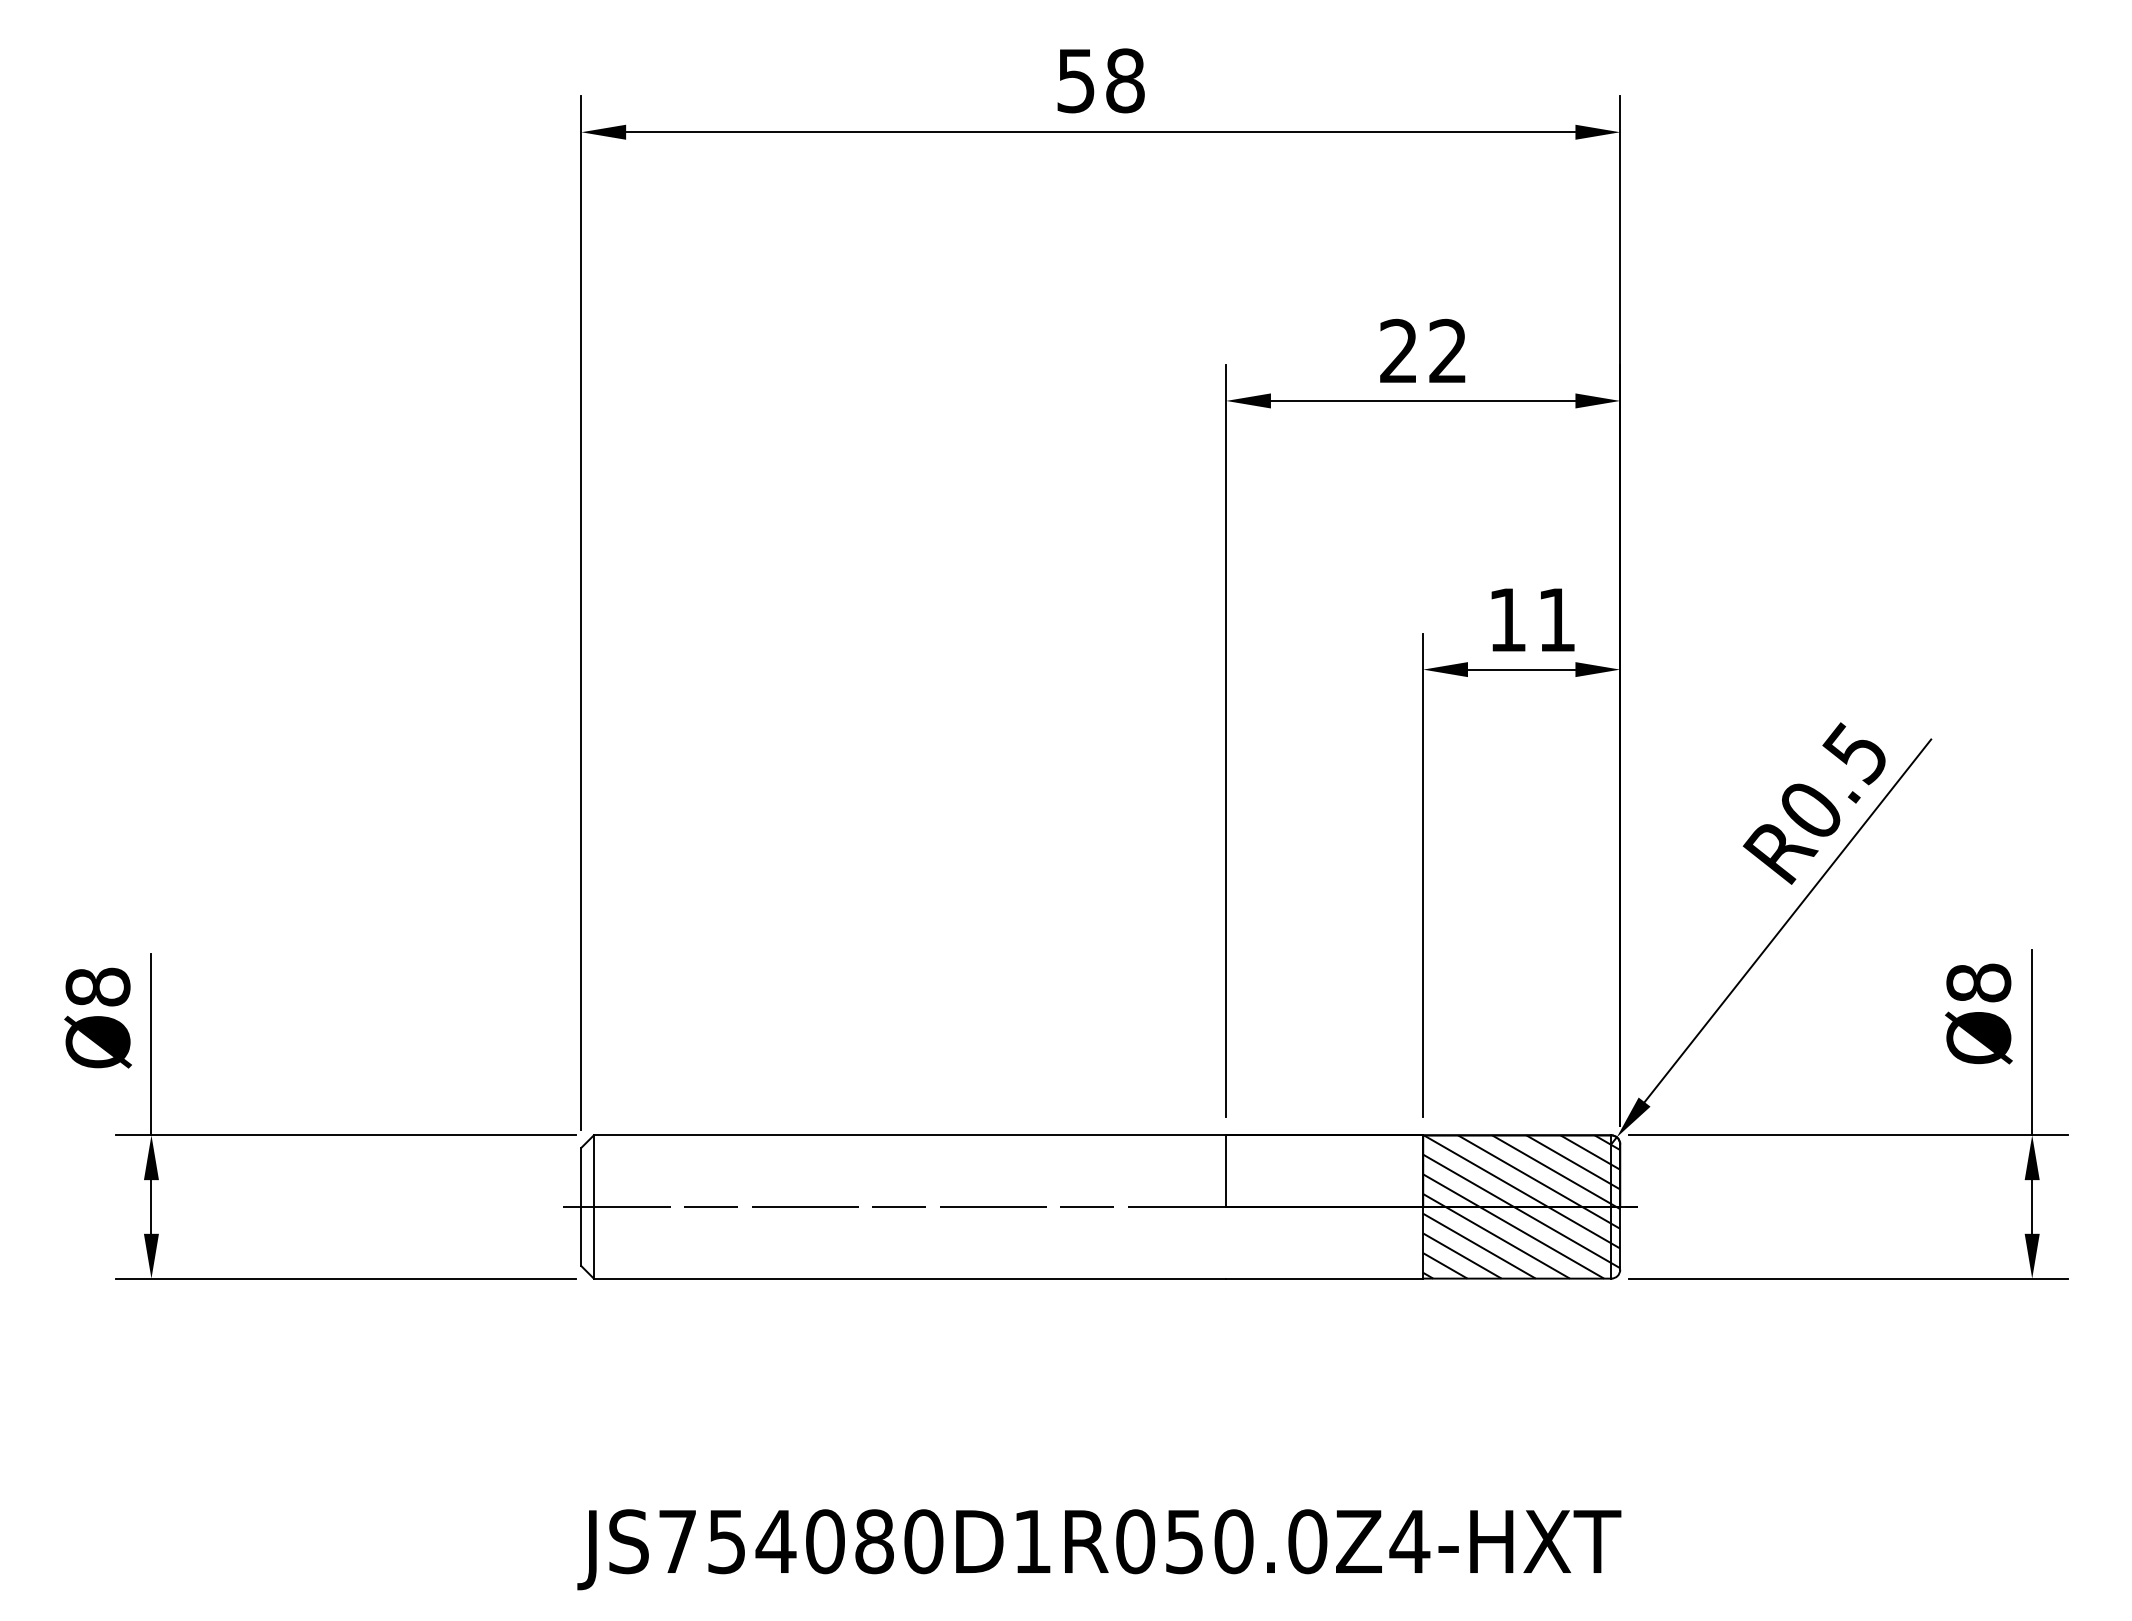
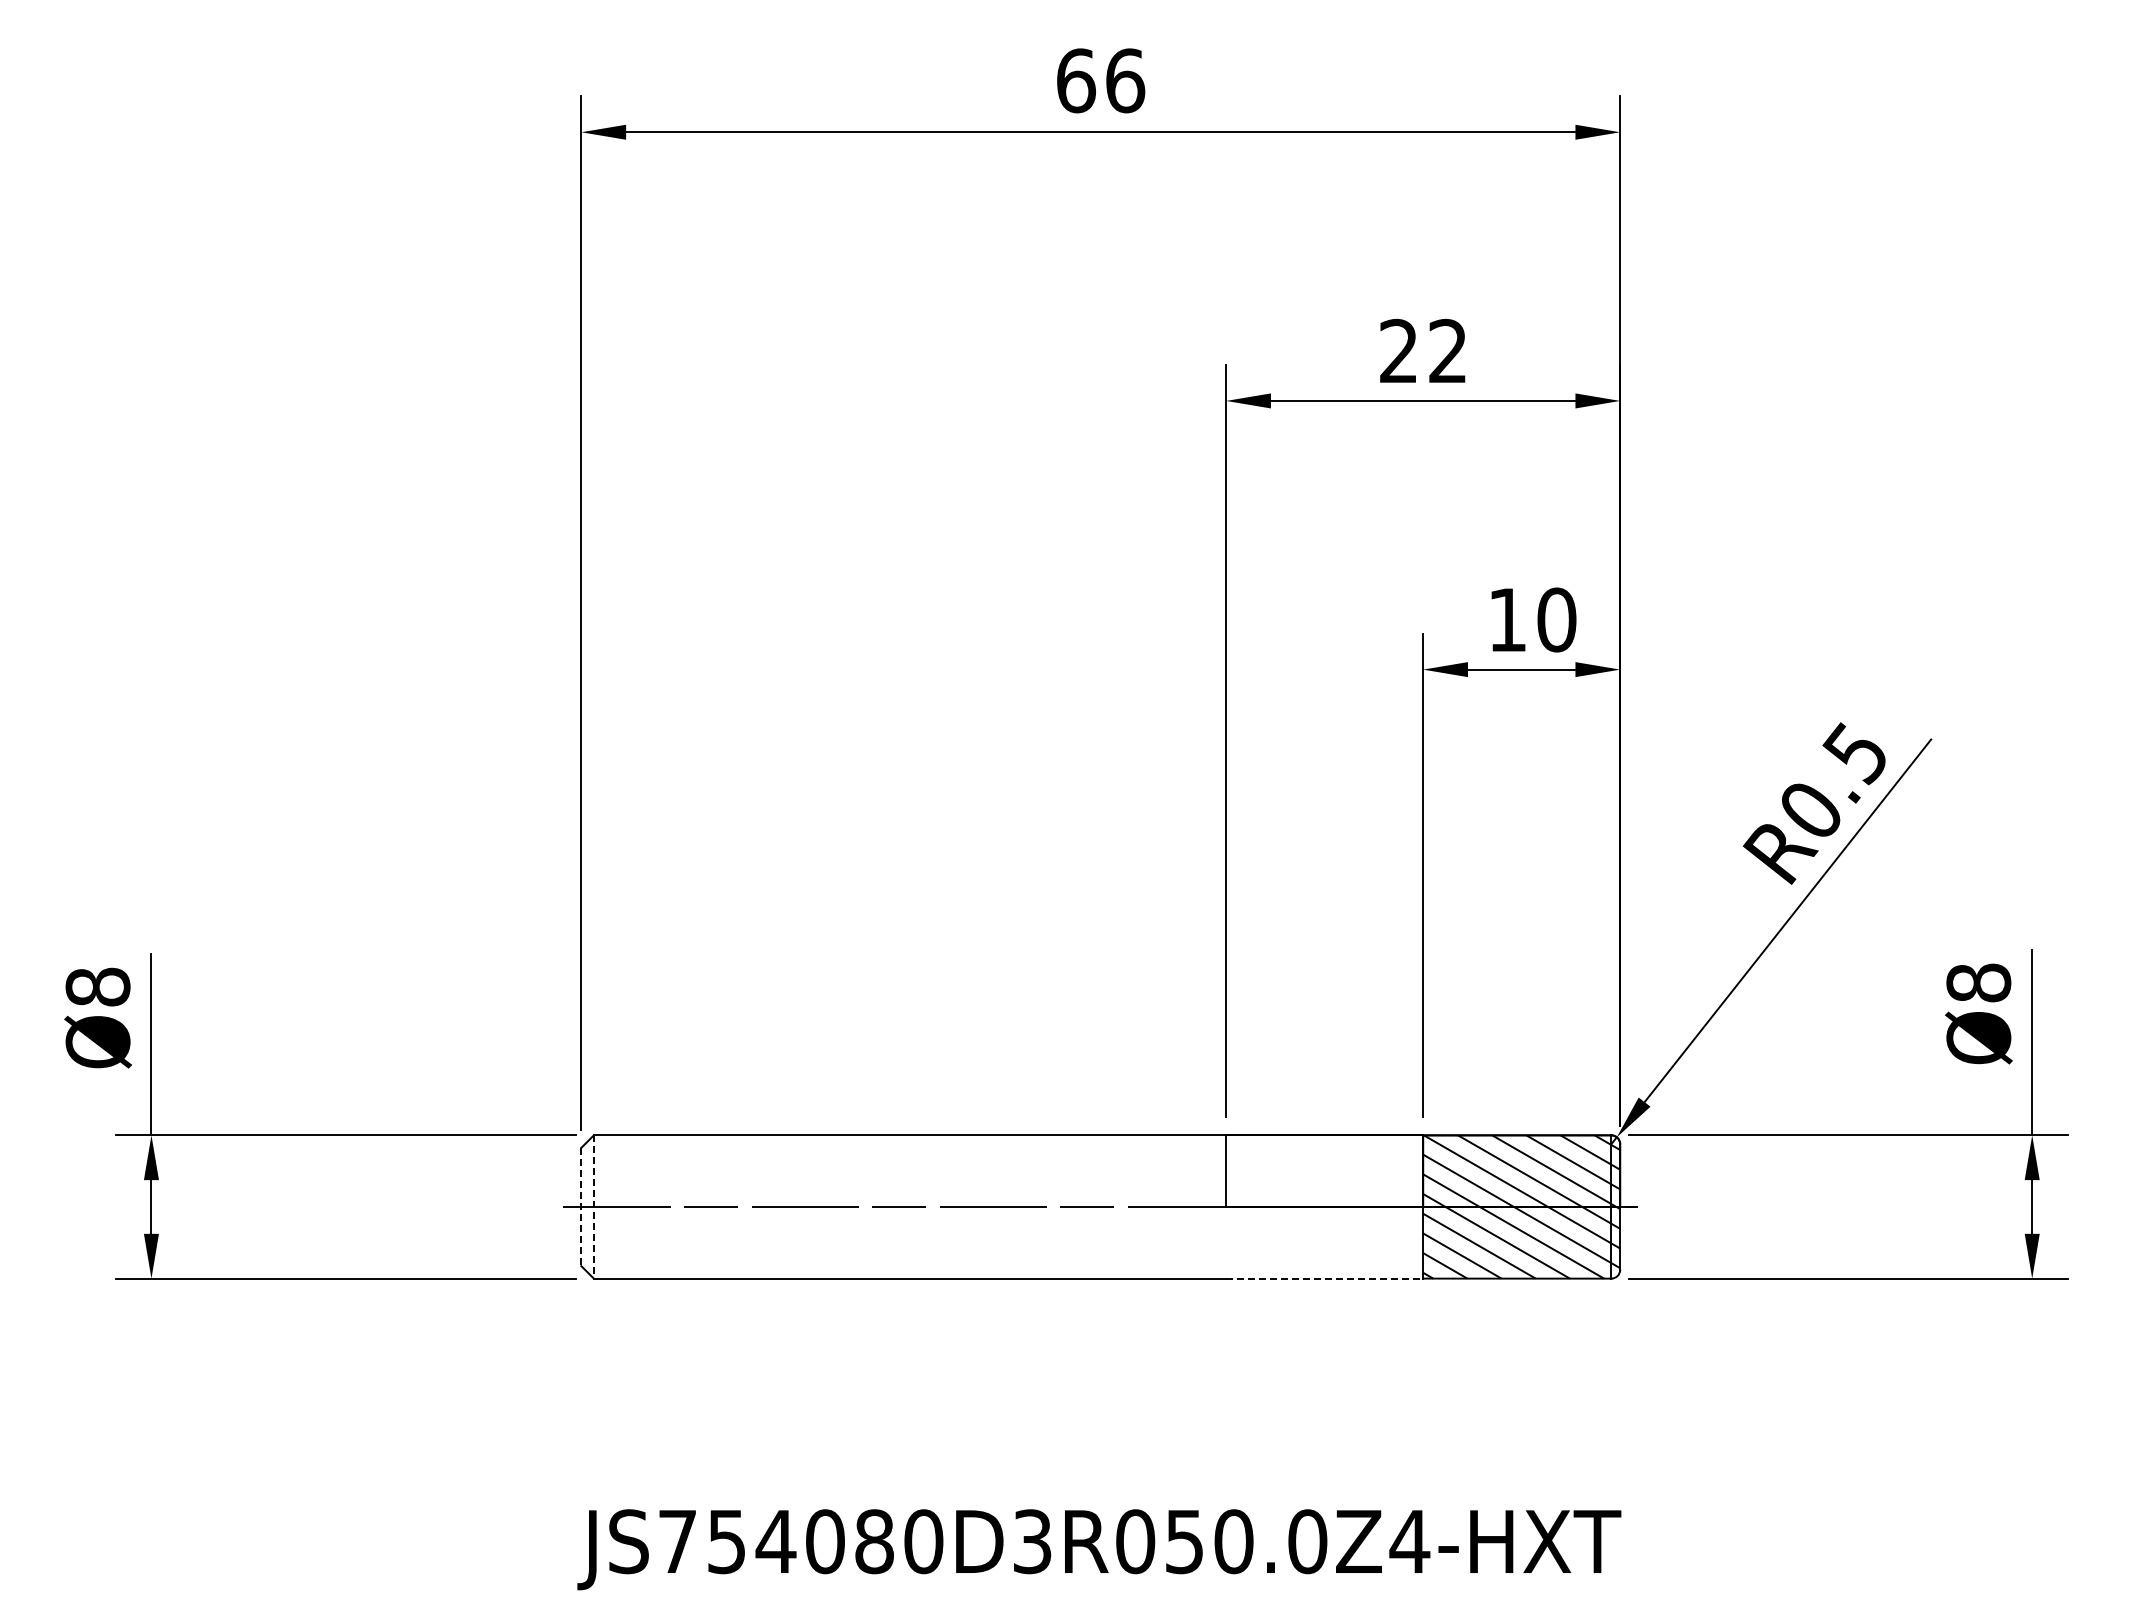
text at (1101, 80): 58 -> 66
text at (1556, 619): 11 -> 10
line at (593, 1206): solid -> dashed
line at (581, 1207): solid -> dashed
line at (1324, 1278): solid -> dashed
text at (1032, 1541): JS754080D1R050.0Z4-HXT -> JS754080D3R050.0Z4-HXT
